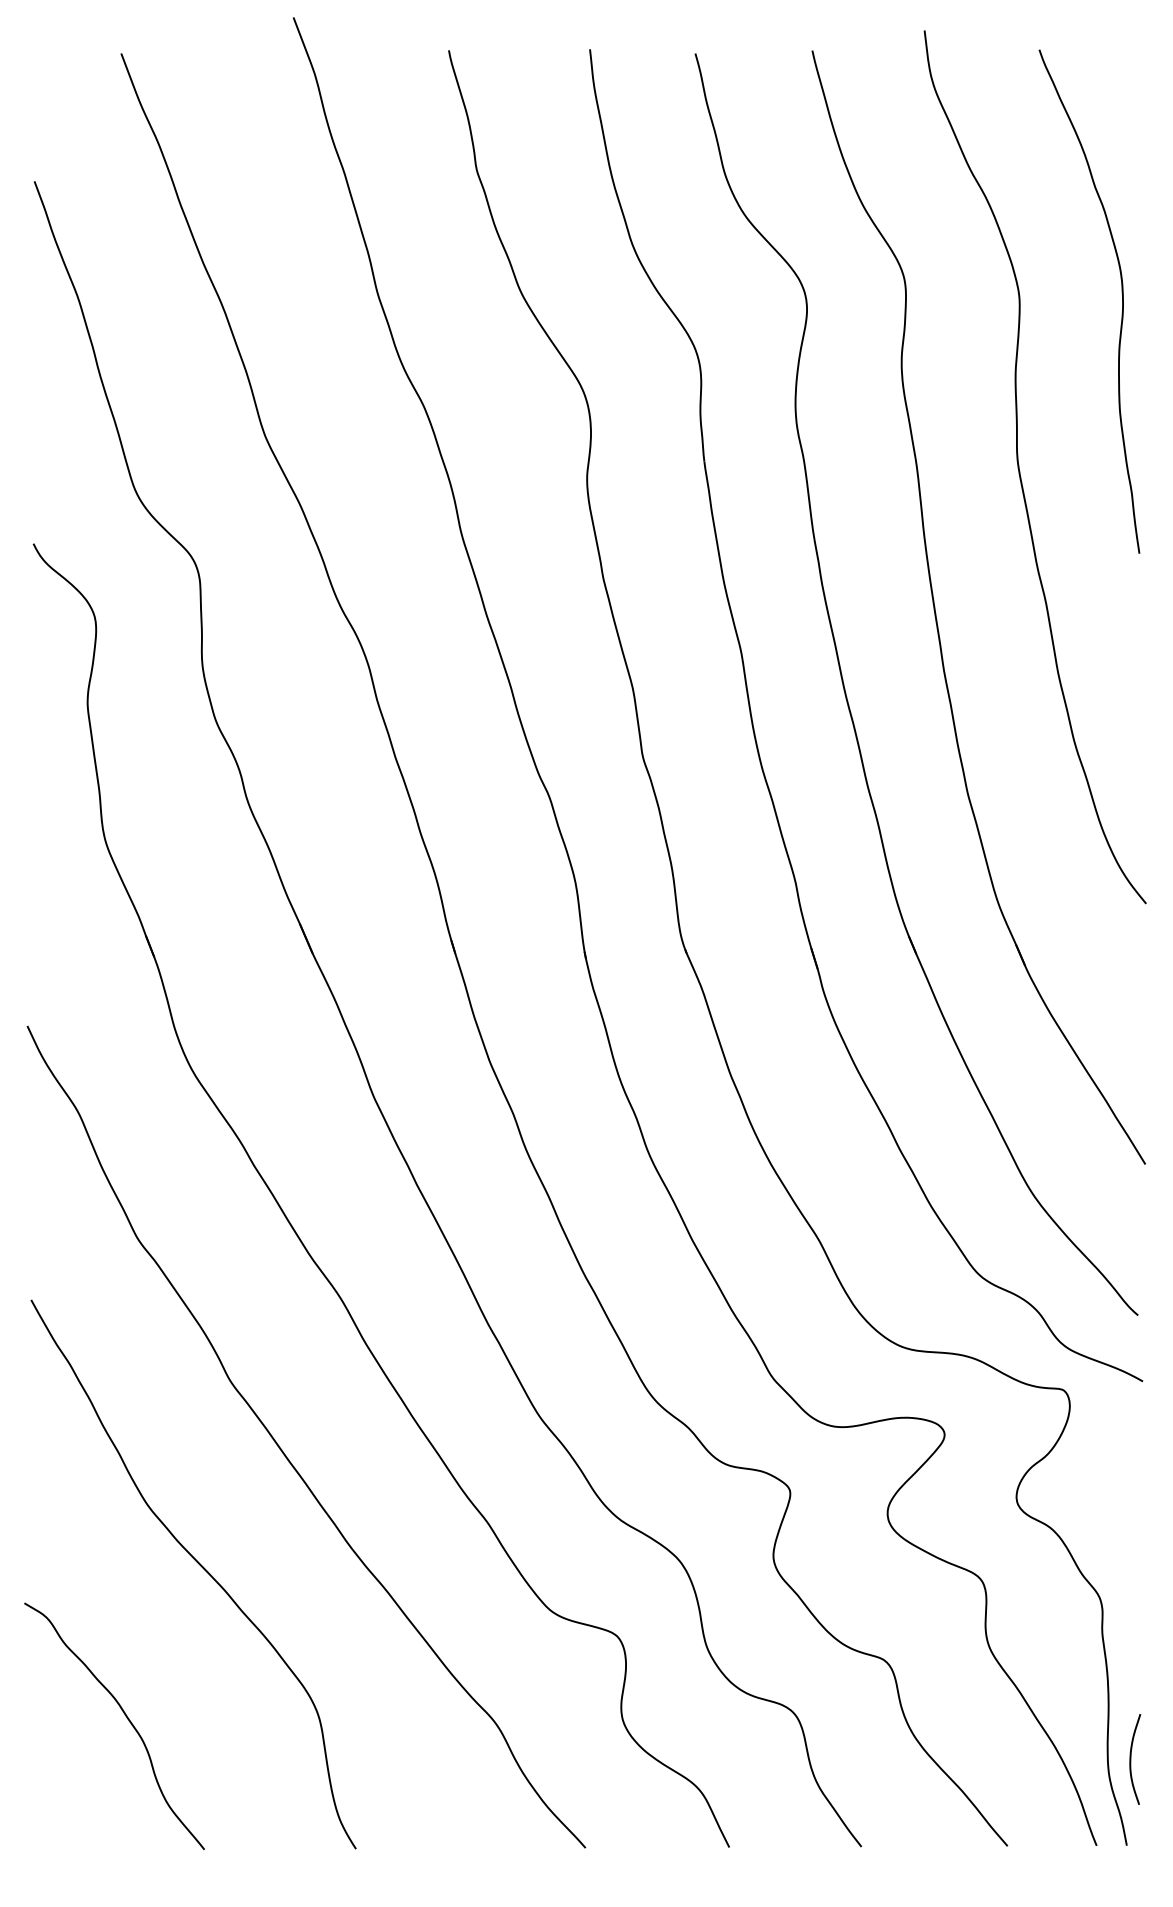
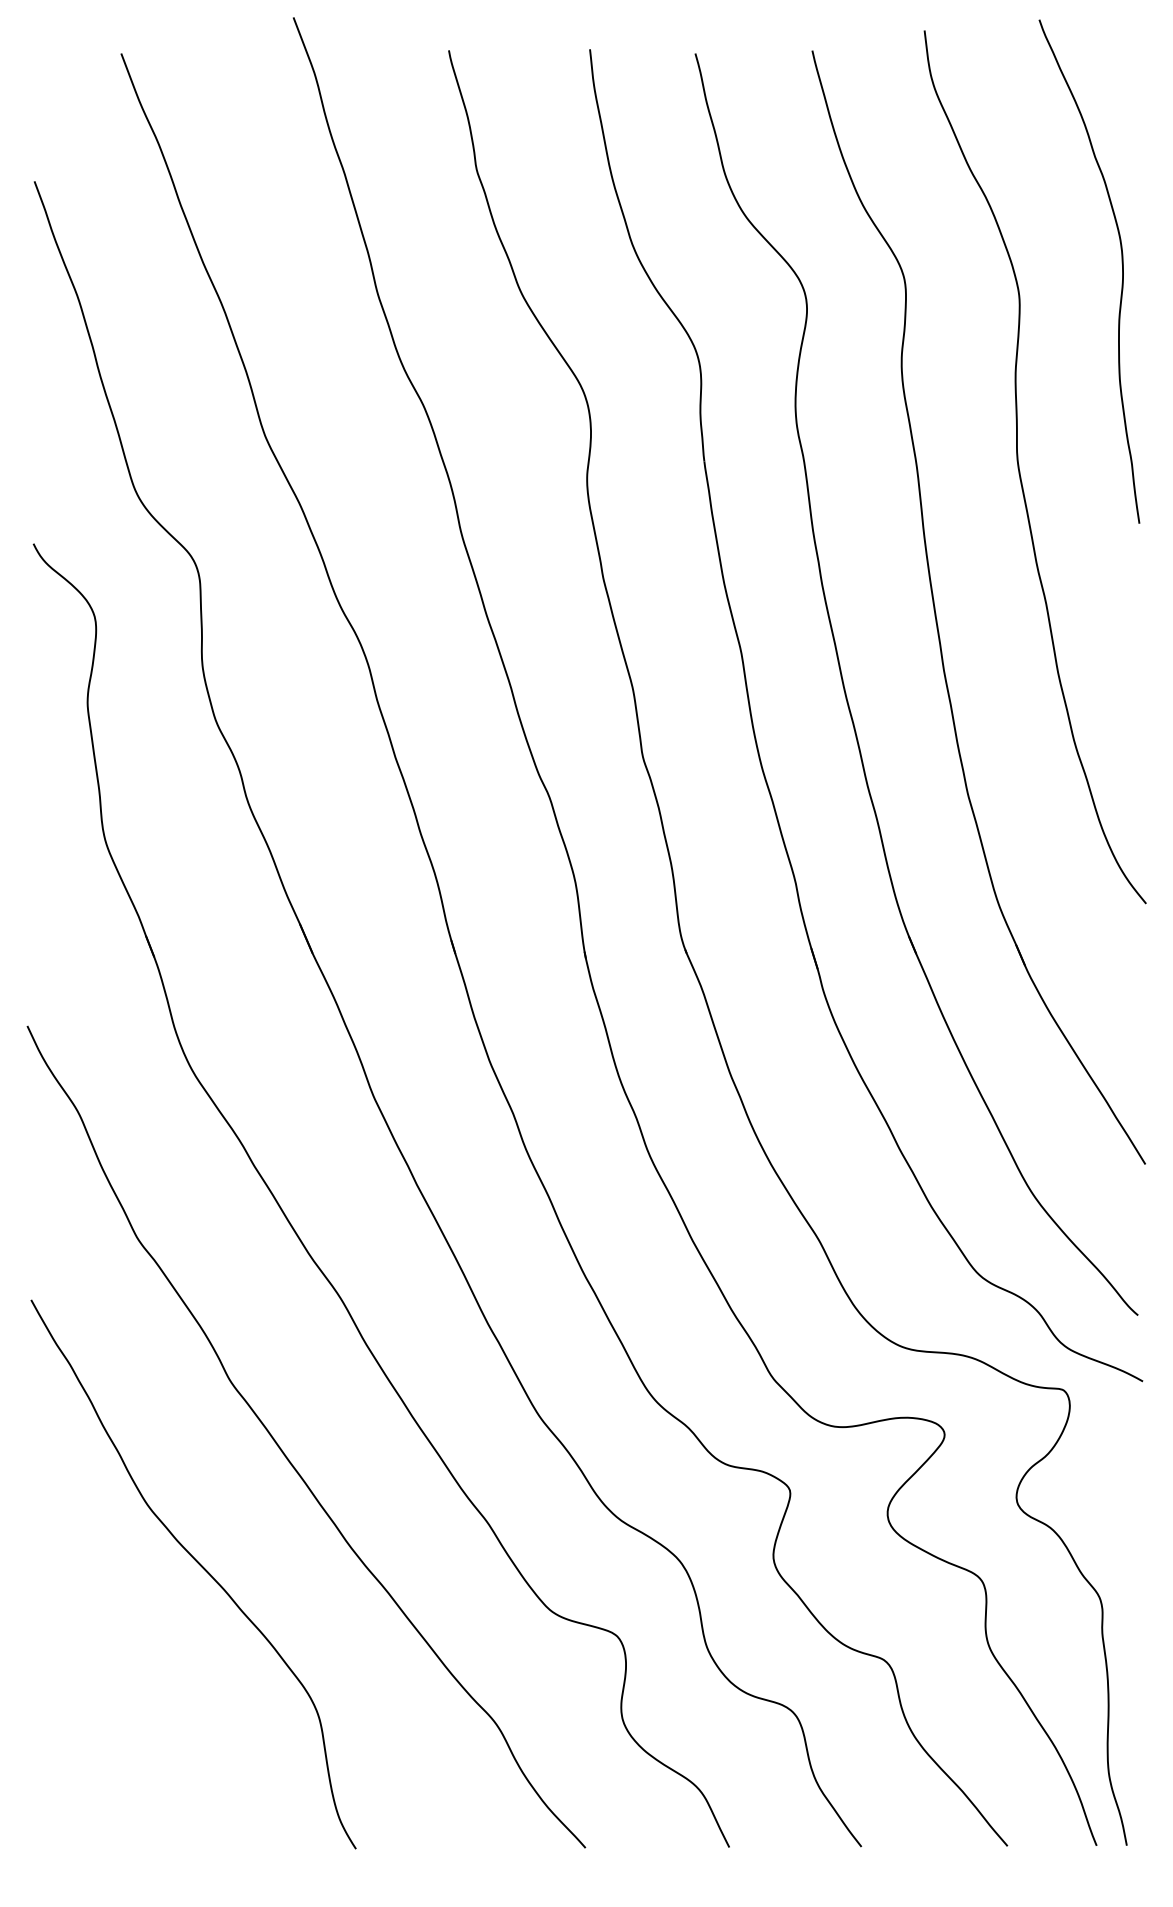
curve at (1121, 293) position: (1121, 293) -> (1121, 263)
curve at (126, 1718): present -> none
curve at (1131, 1759): present -> none
